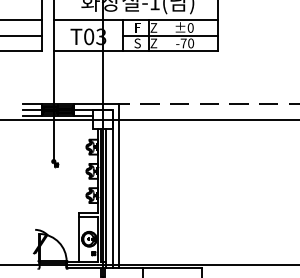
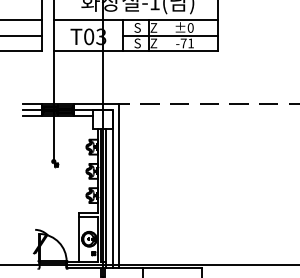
text at (137, 27): F -> S
text at (191, 43): -70 -> -71
line at (149, 119): present -> none
